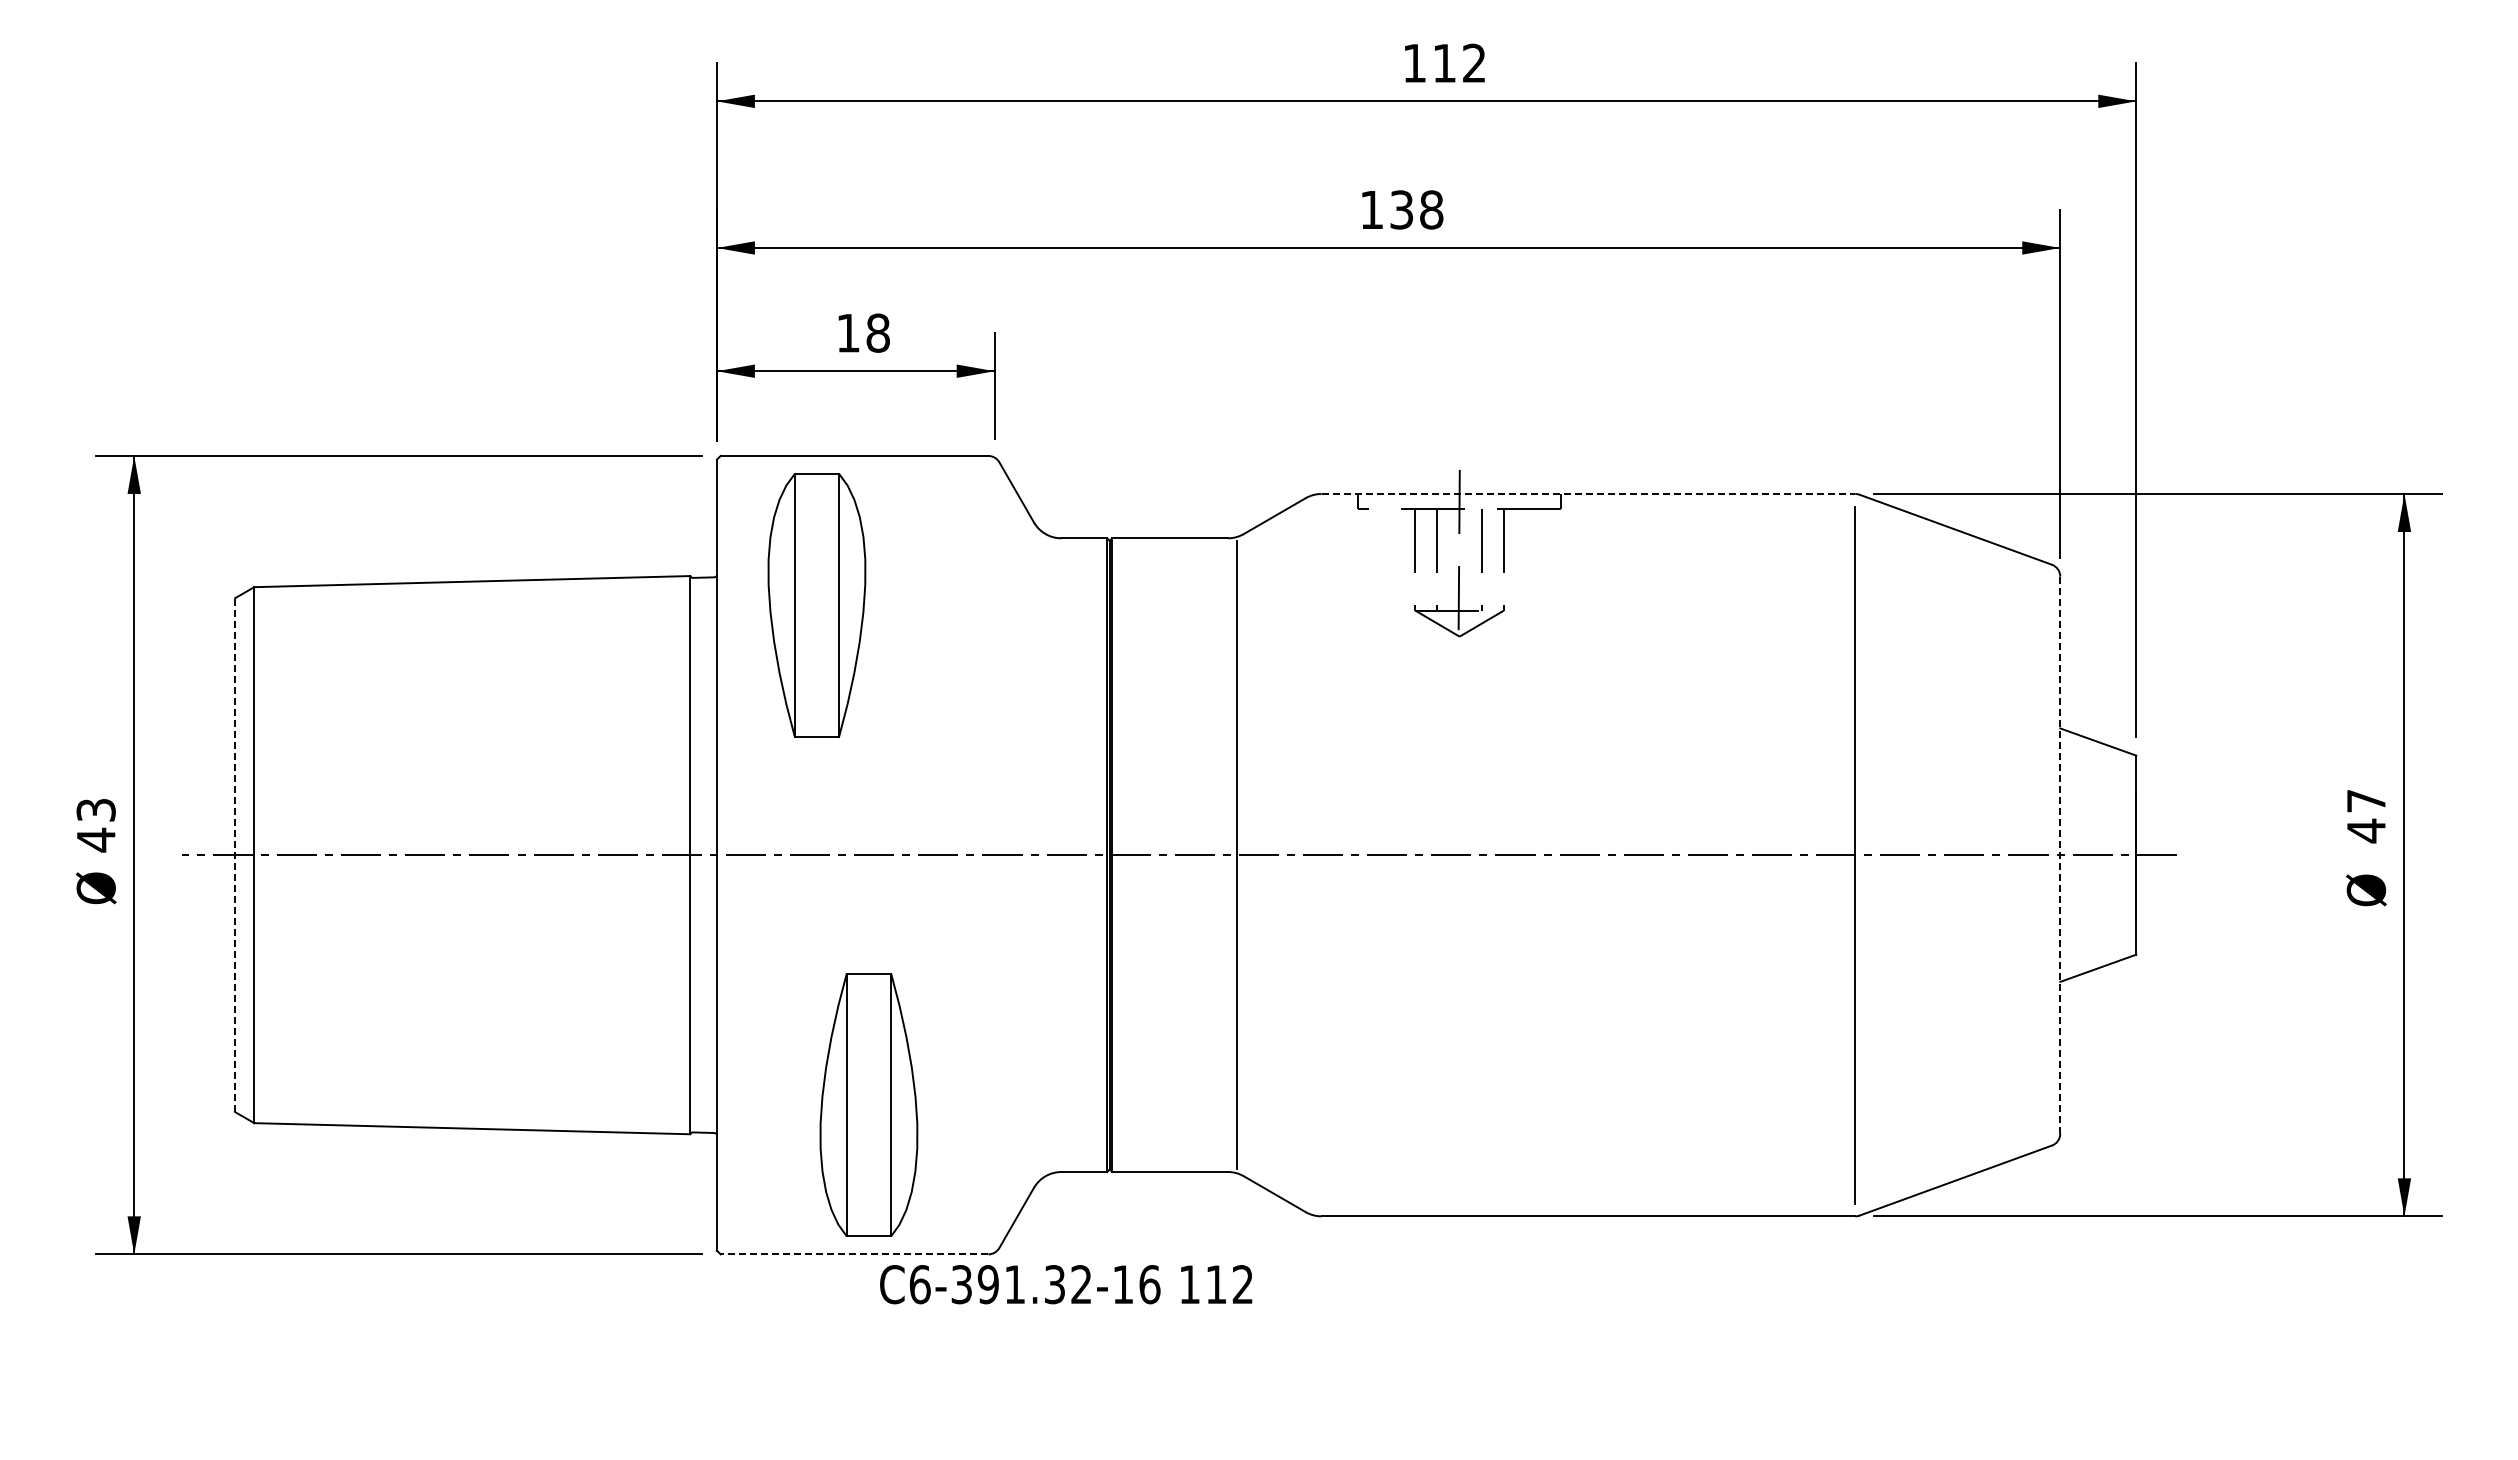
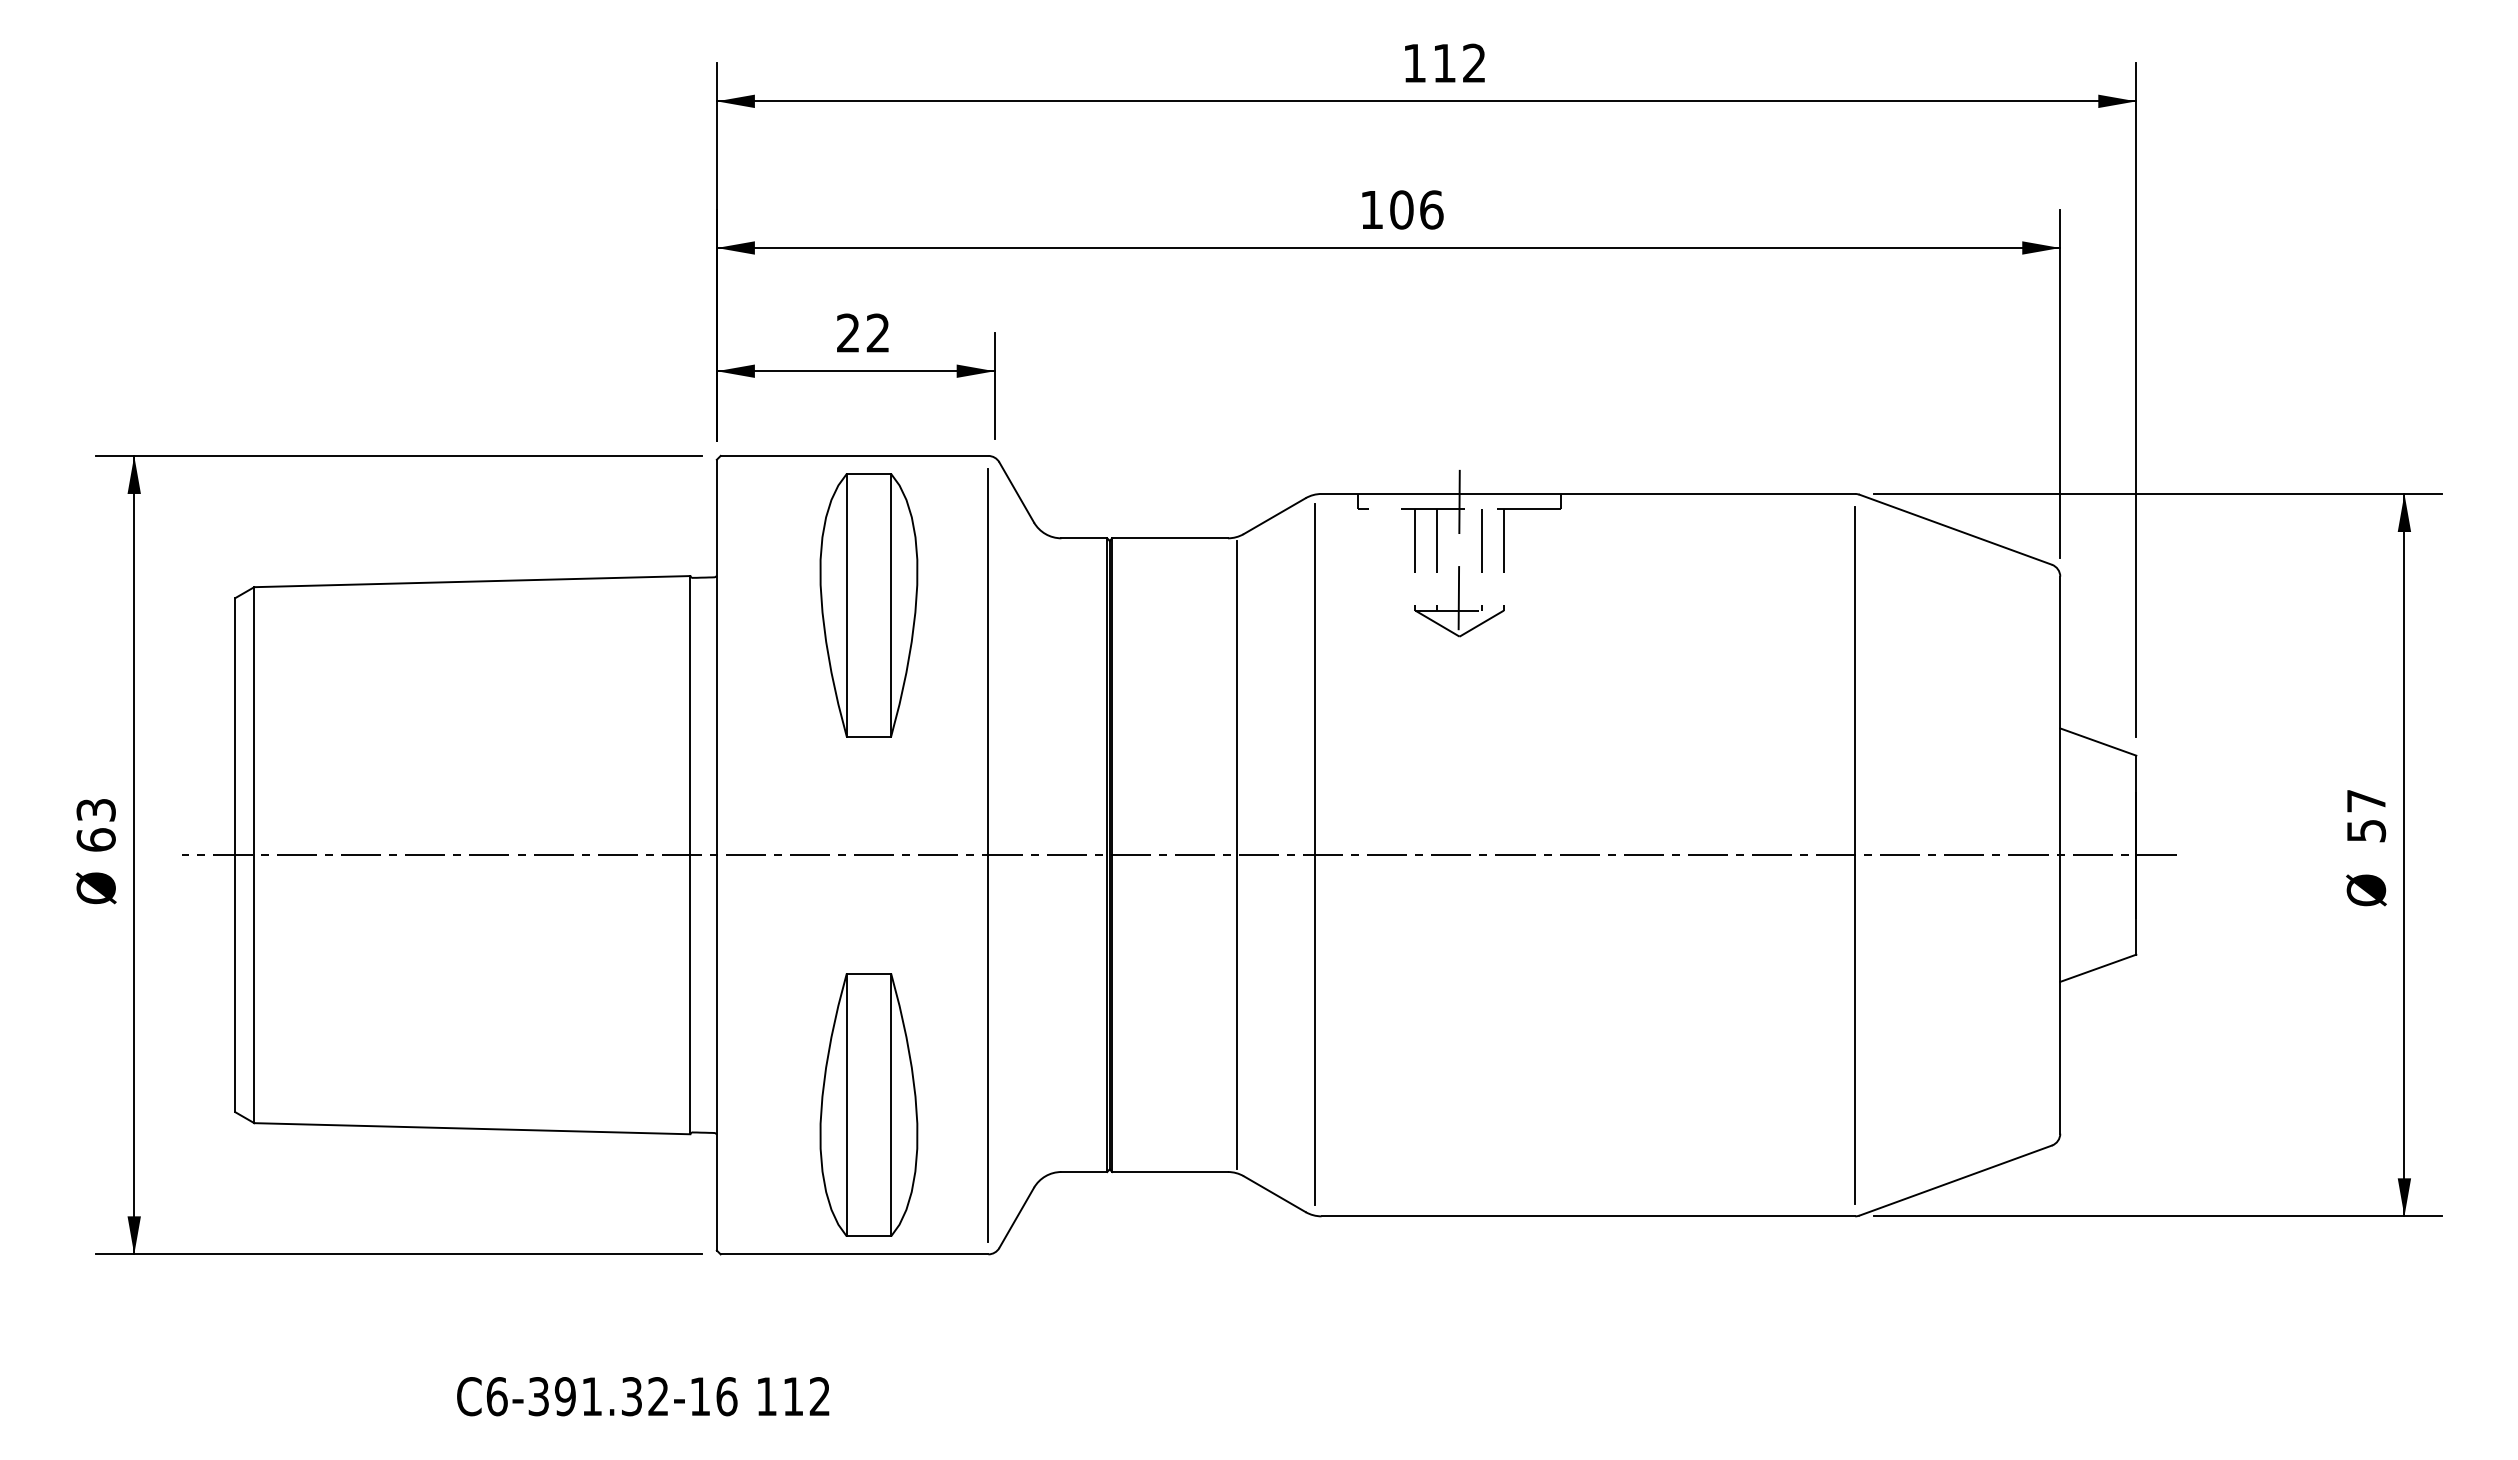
text at (1416, 209): 138 -> 106
text at (863, 332): 18 -> 22
line at (1588, 493): dashed -> solid
part at (816, 605) position: (816, 605) -> (868, 605)
text at (2366, 830): 47 -> 57
text at (95, 839): 43 -> 63
line at (1315, 853): none -> present
line at (235, 854): dashed -> solid
line at (988, 854): none -> present
line at (2060, 855): dashed -> solid
line at (854, 1254): dashed -> solid
text at (1066, 1284) position: (1066, 1284) -> (643, 1396)
